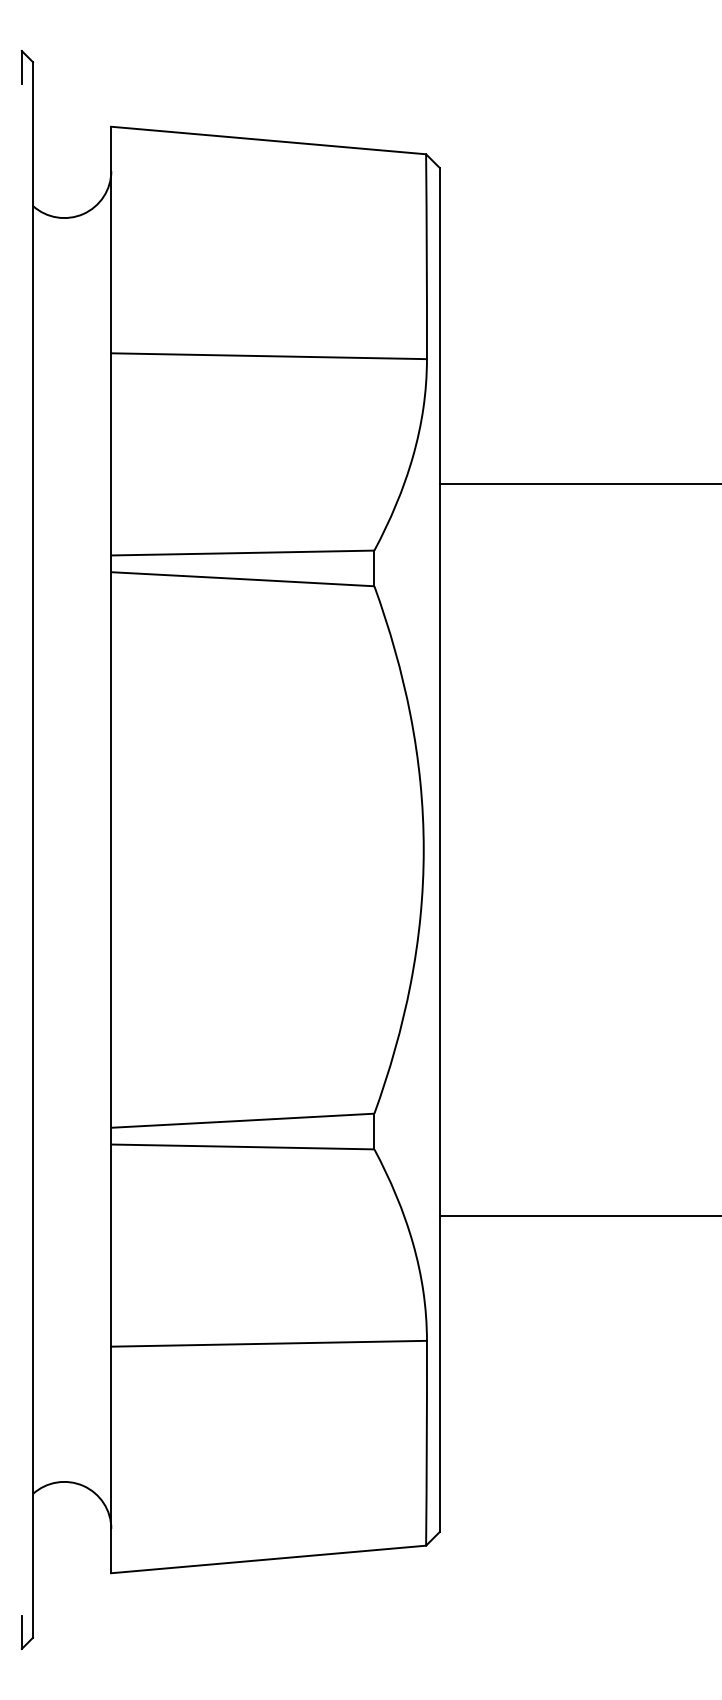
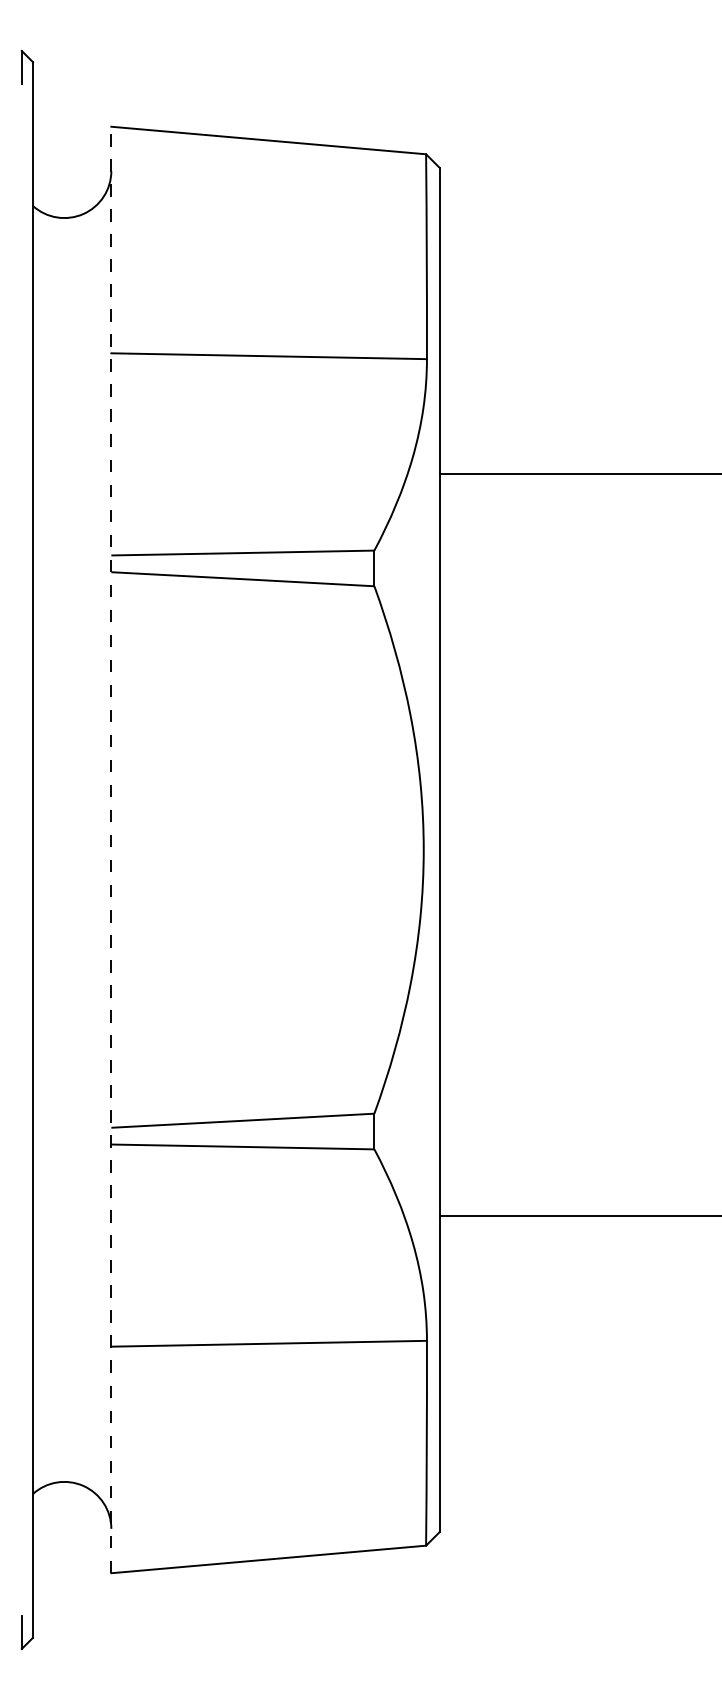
line at (578, 483) position: (578, 483) -> (578, 473)
line at (111, 849): solid -> dashed
